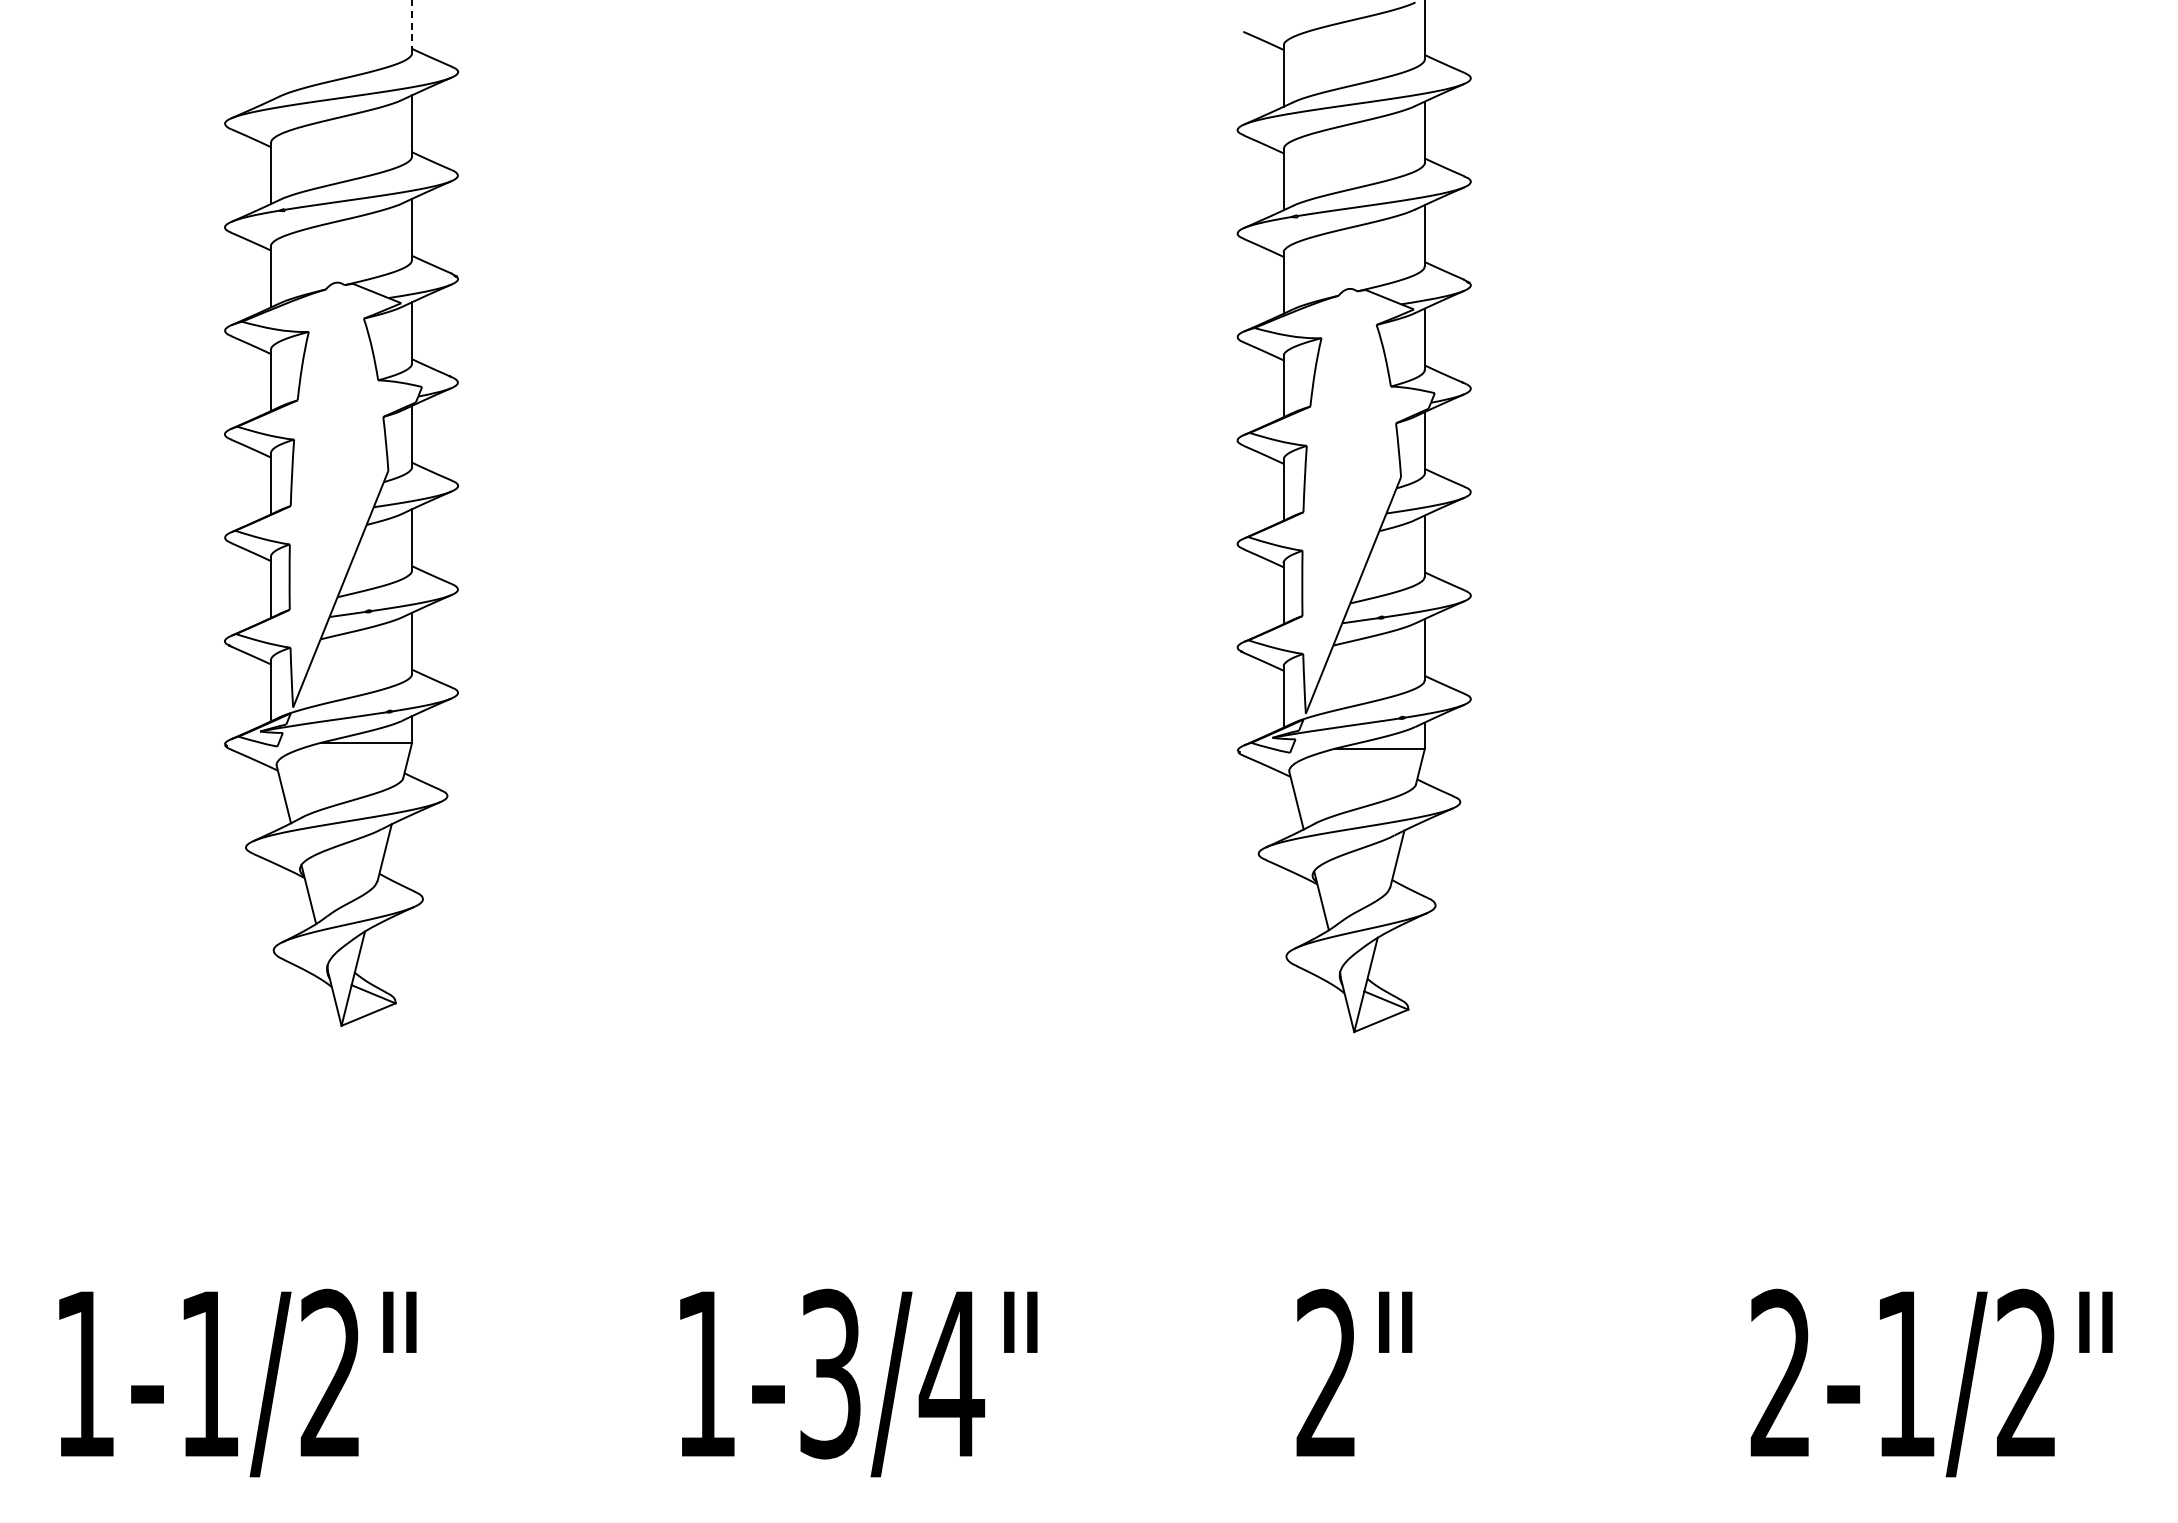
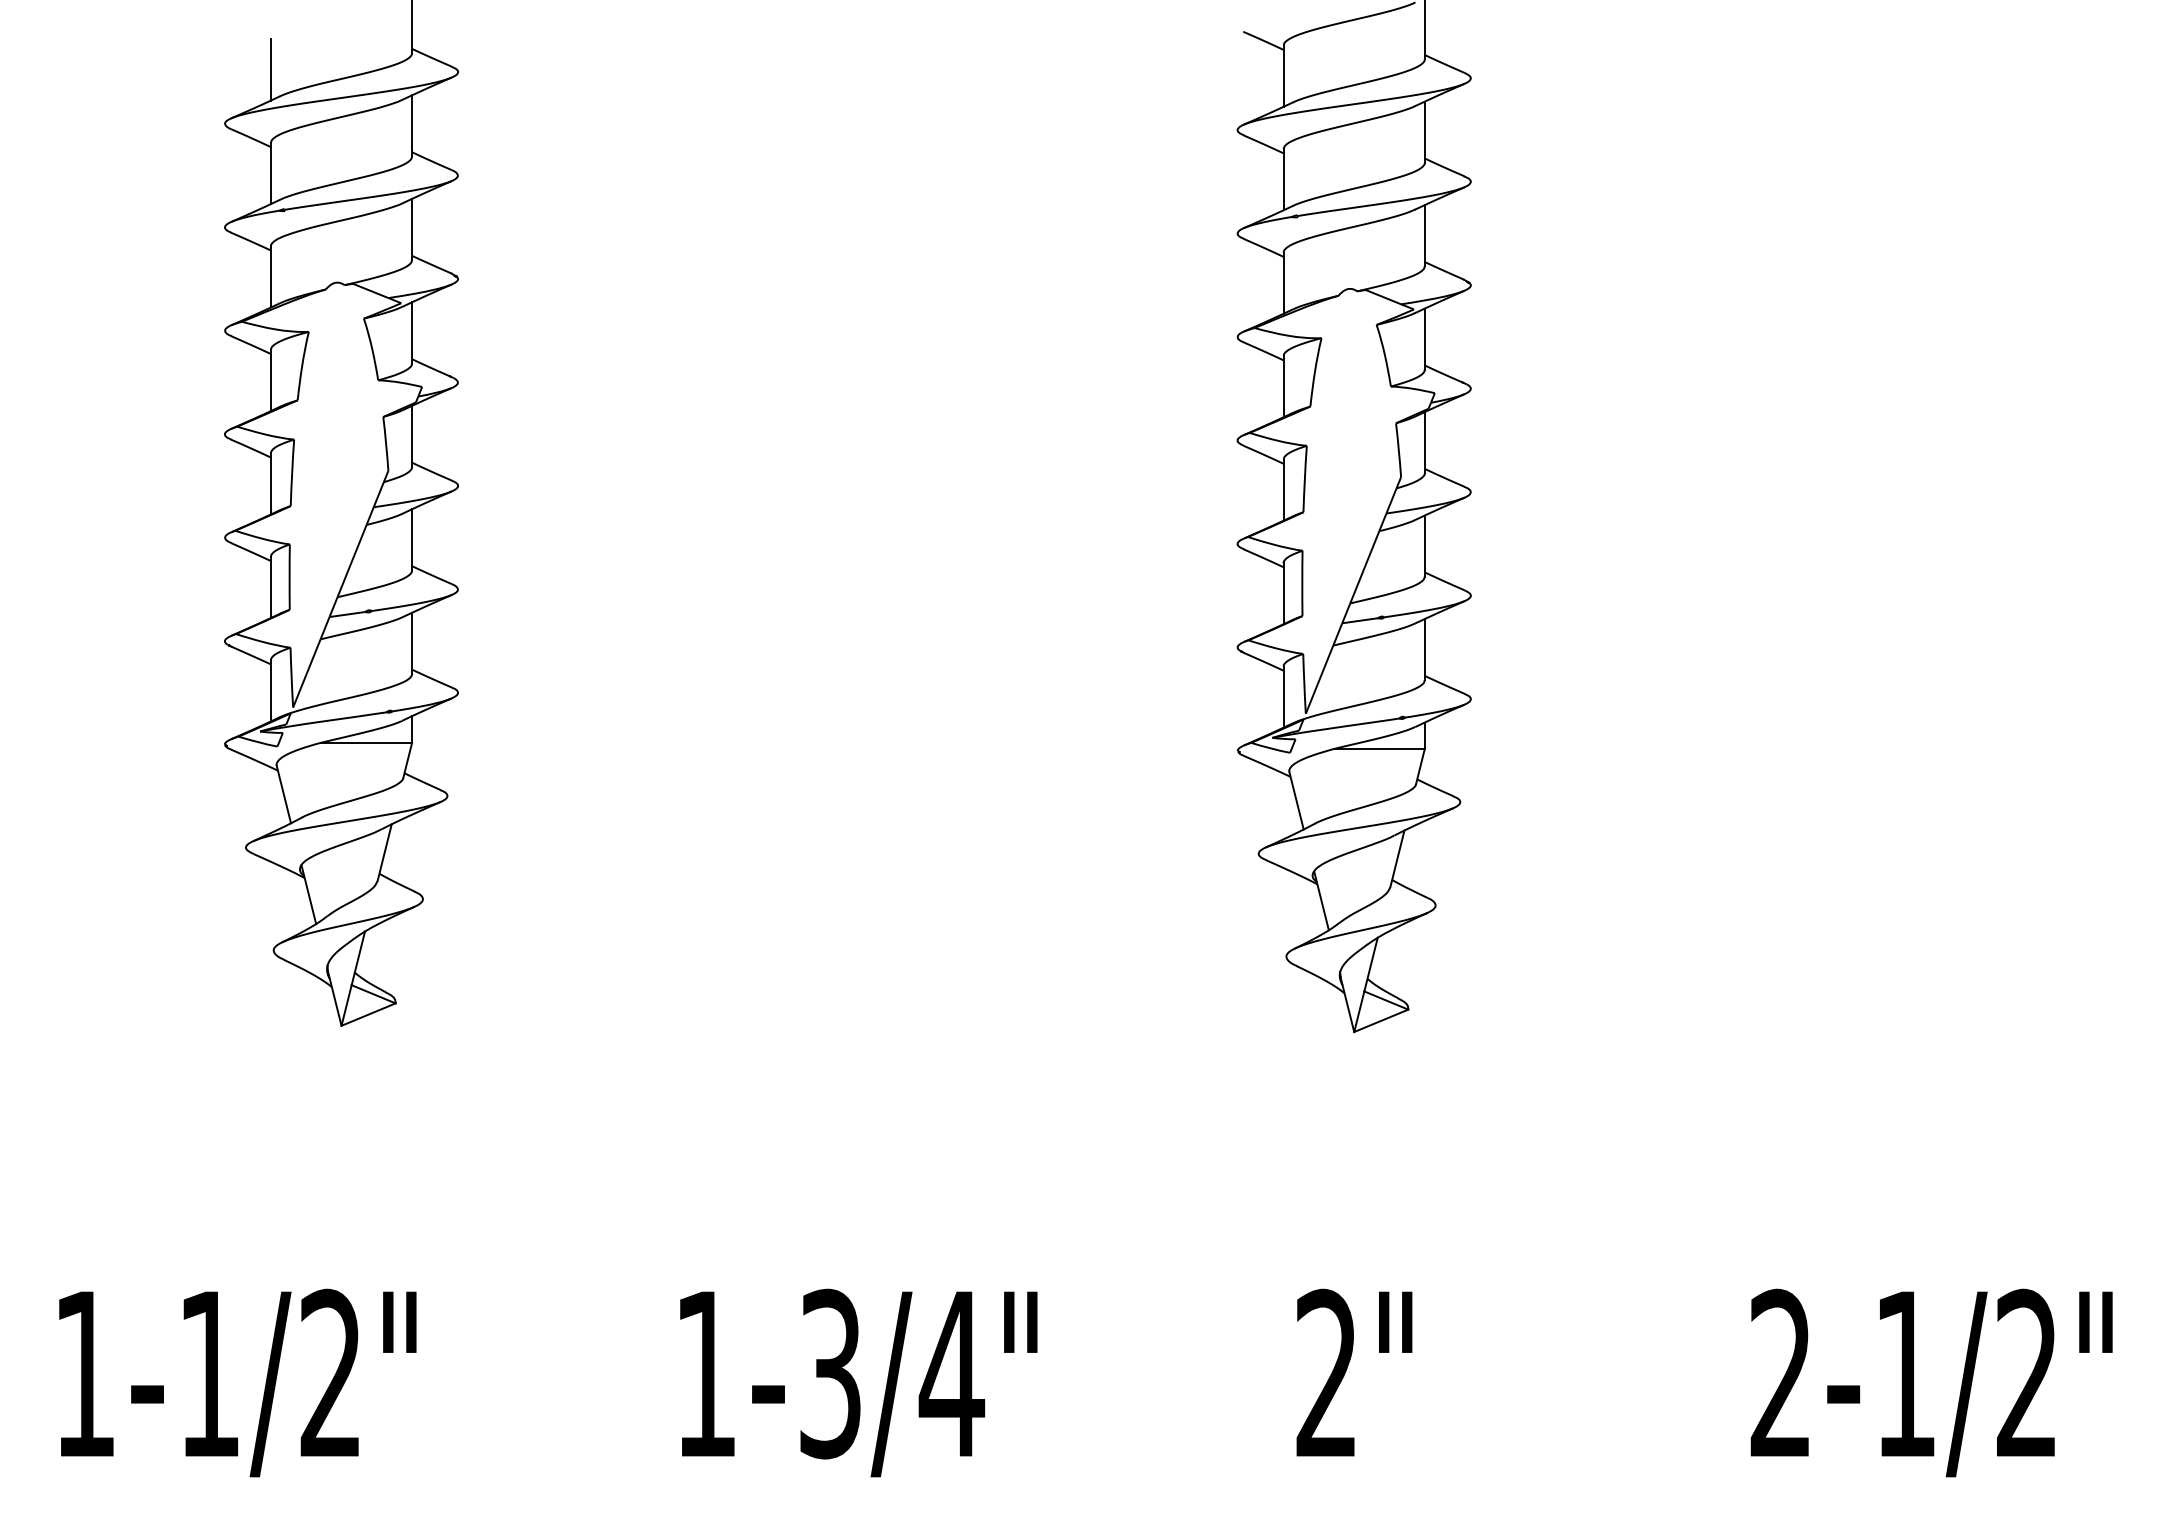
line at (412, 26): dashed -> solid
line at (271, 69): none -> present
